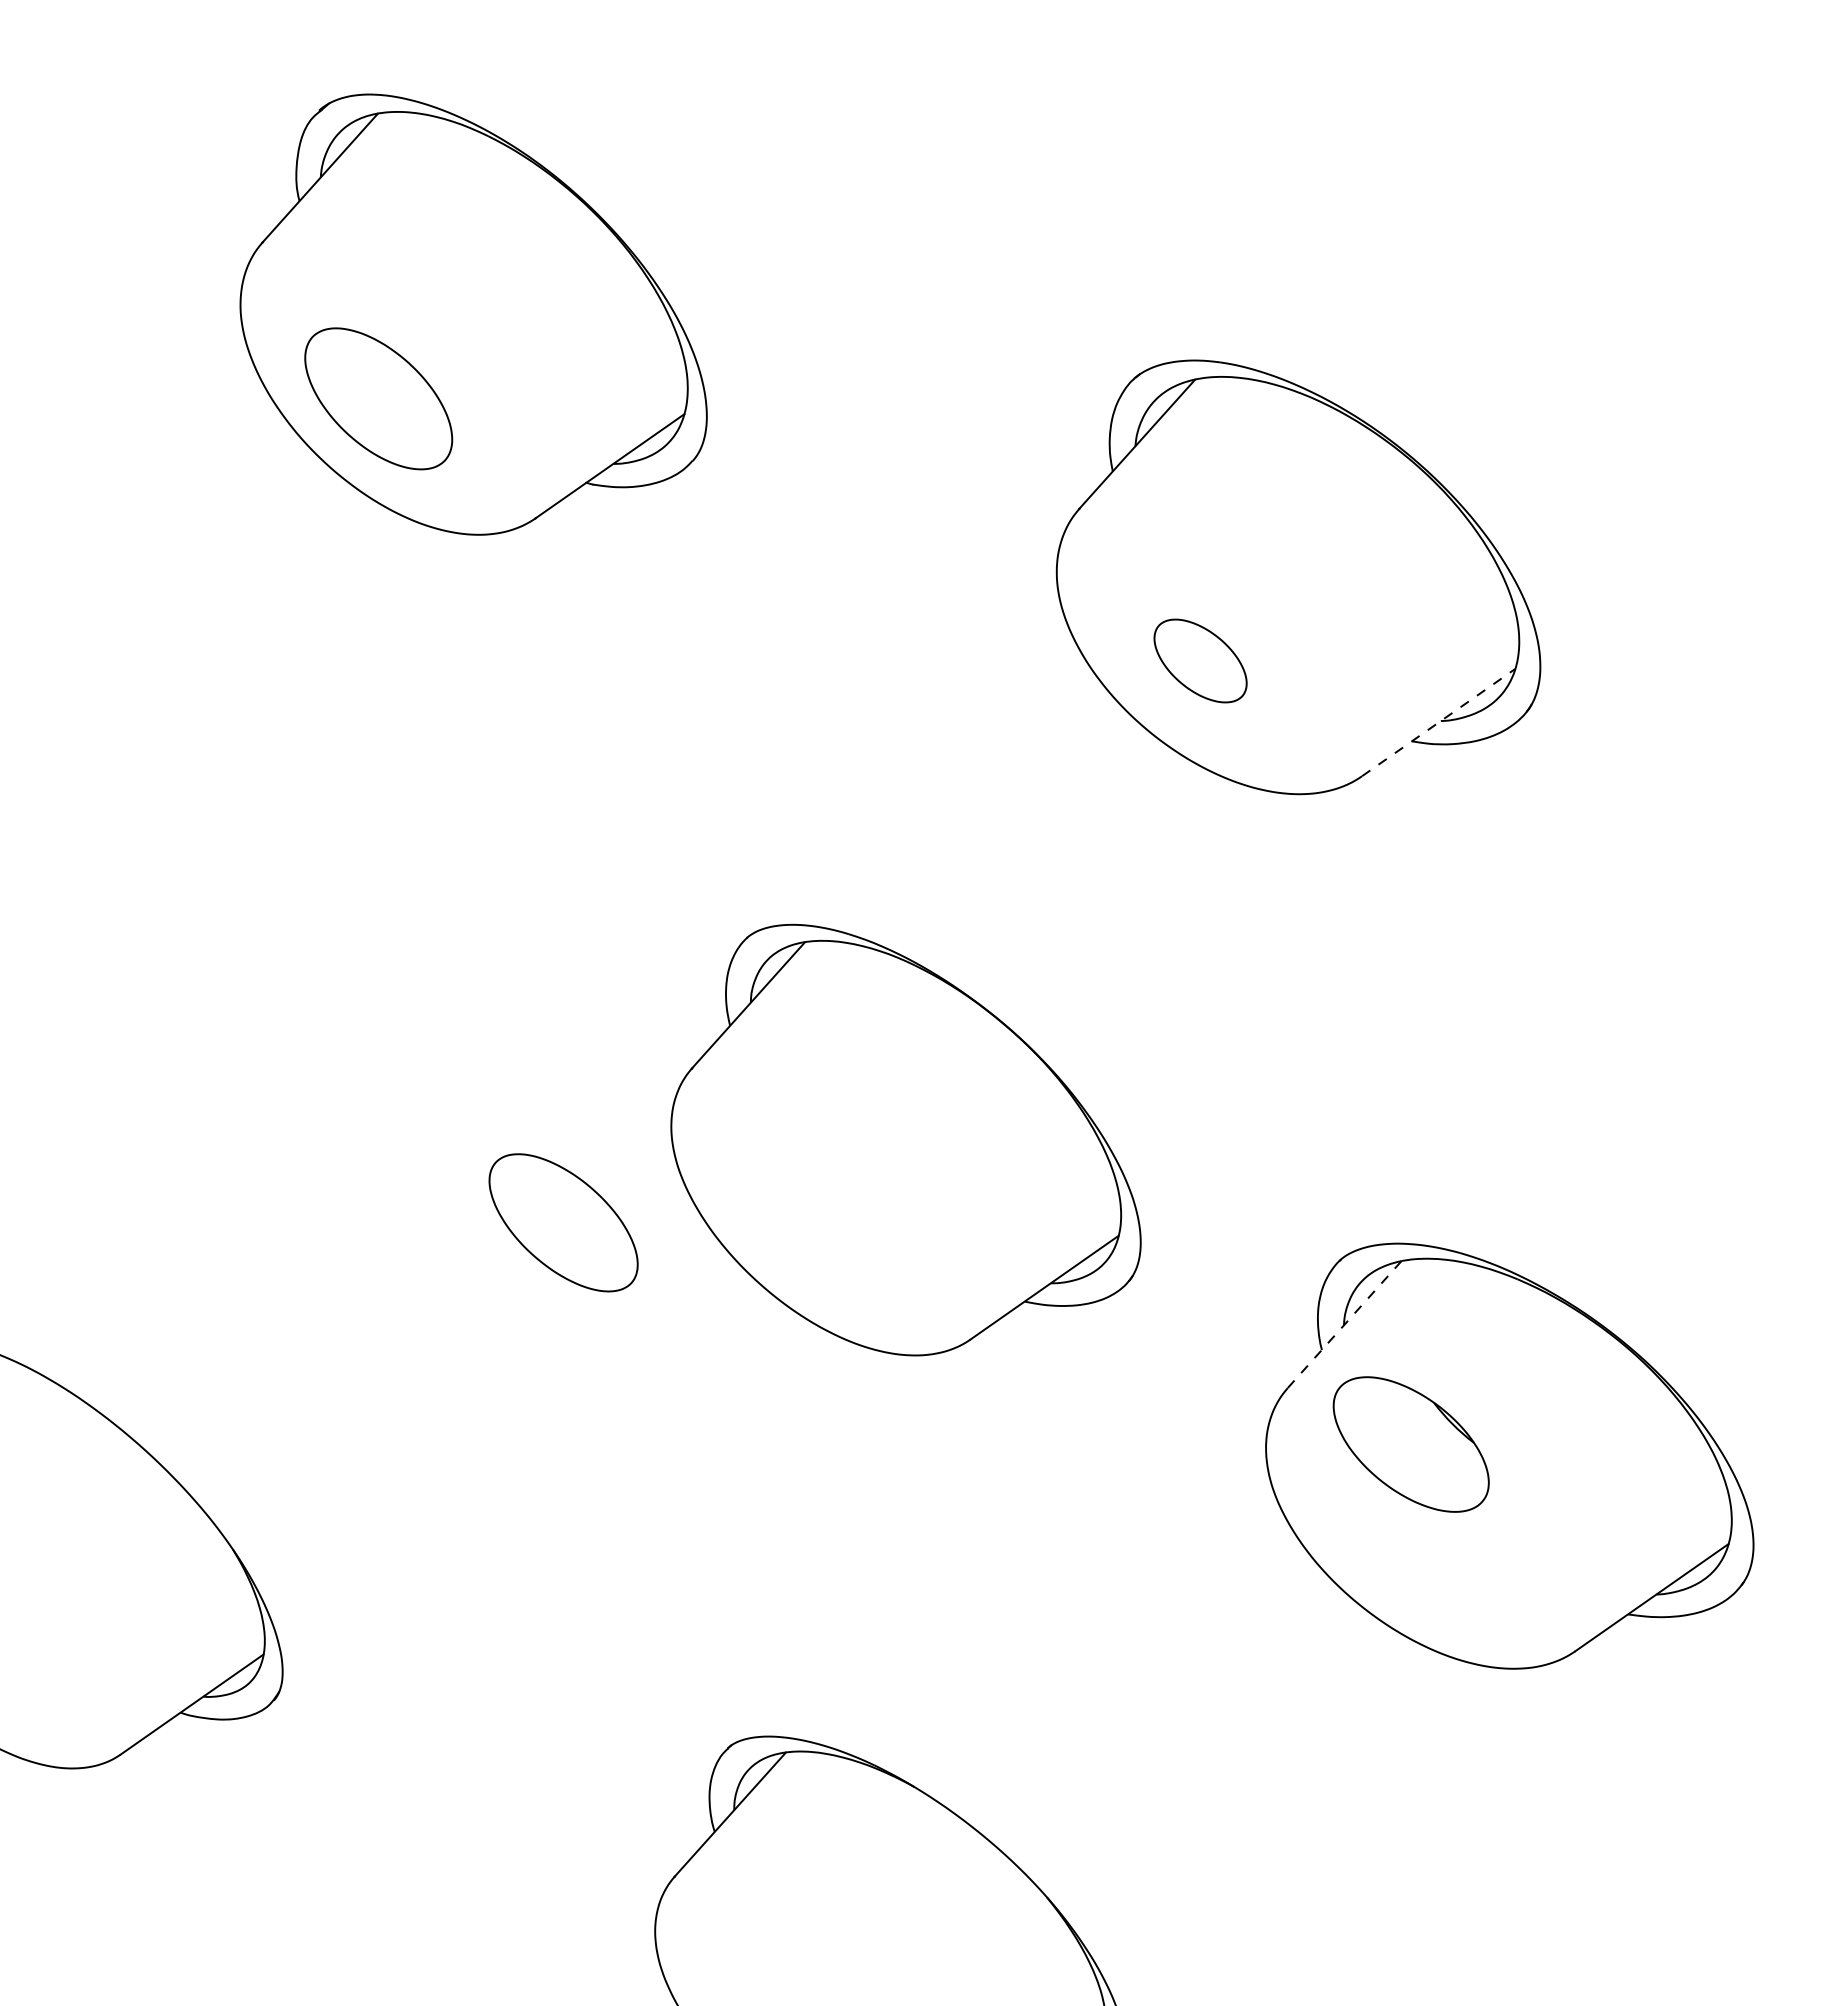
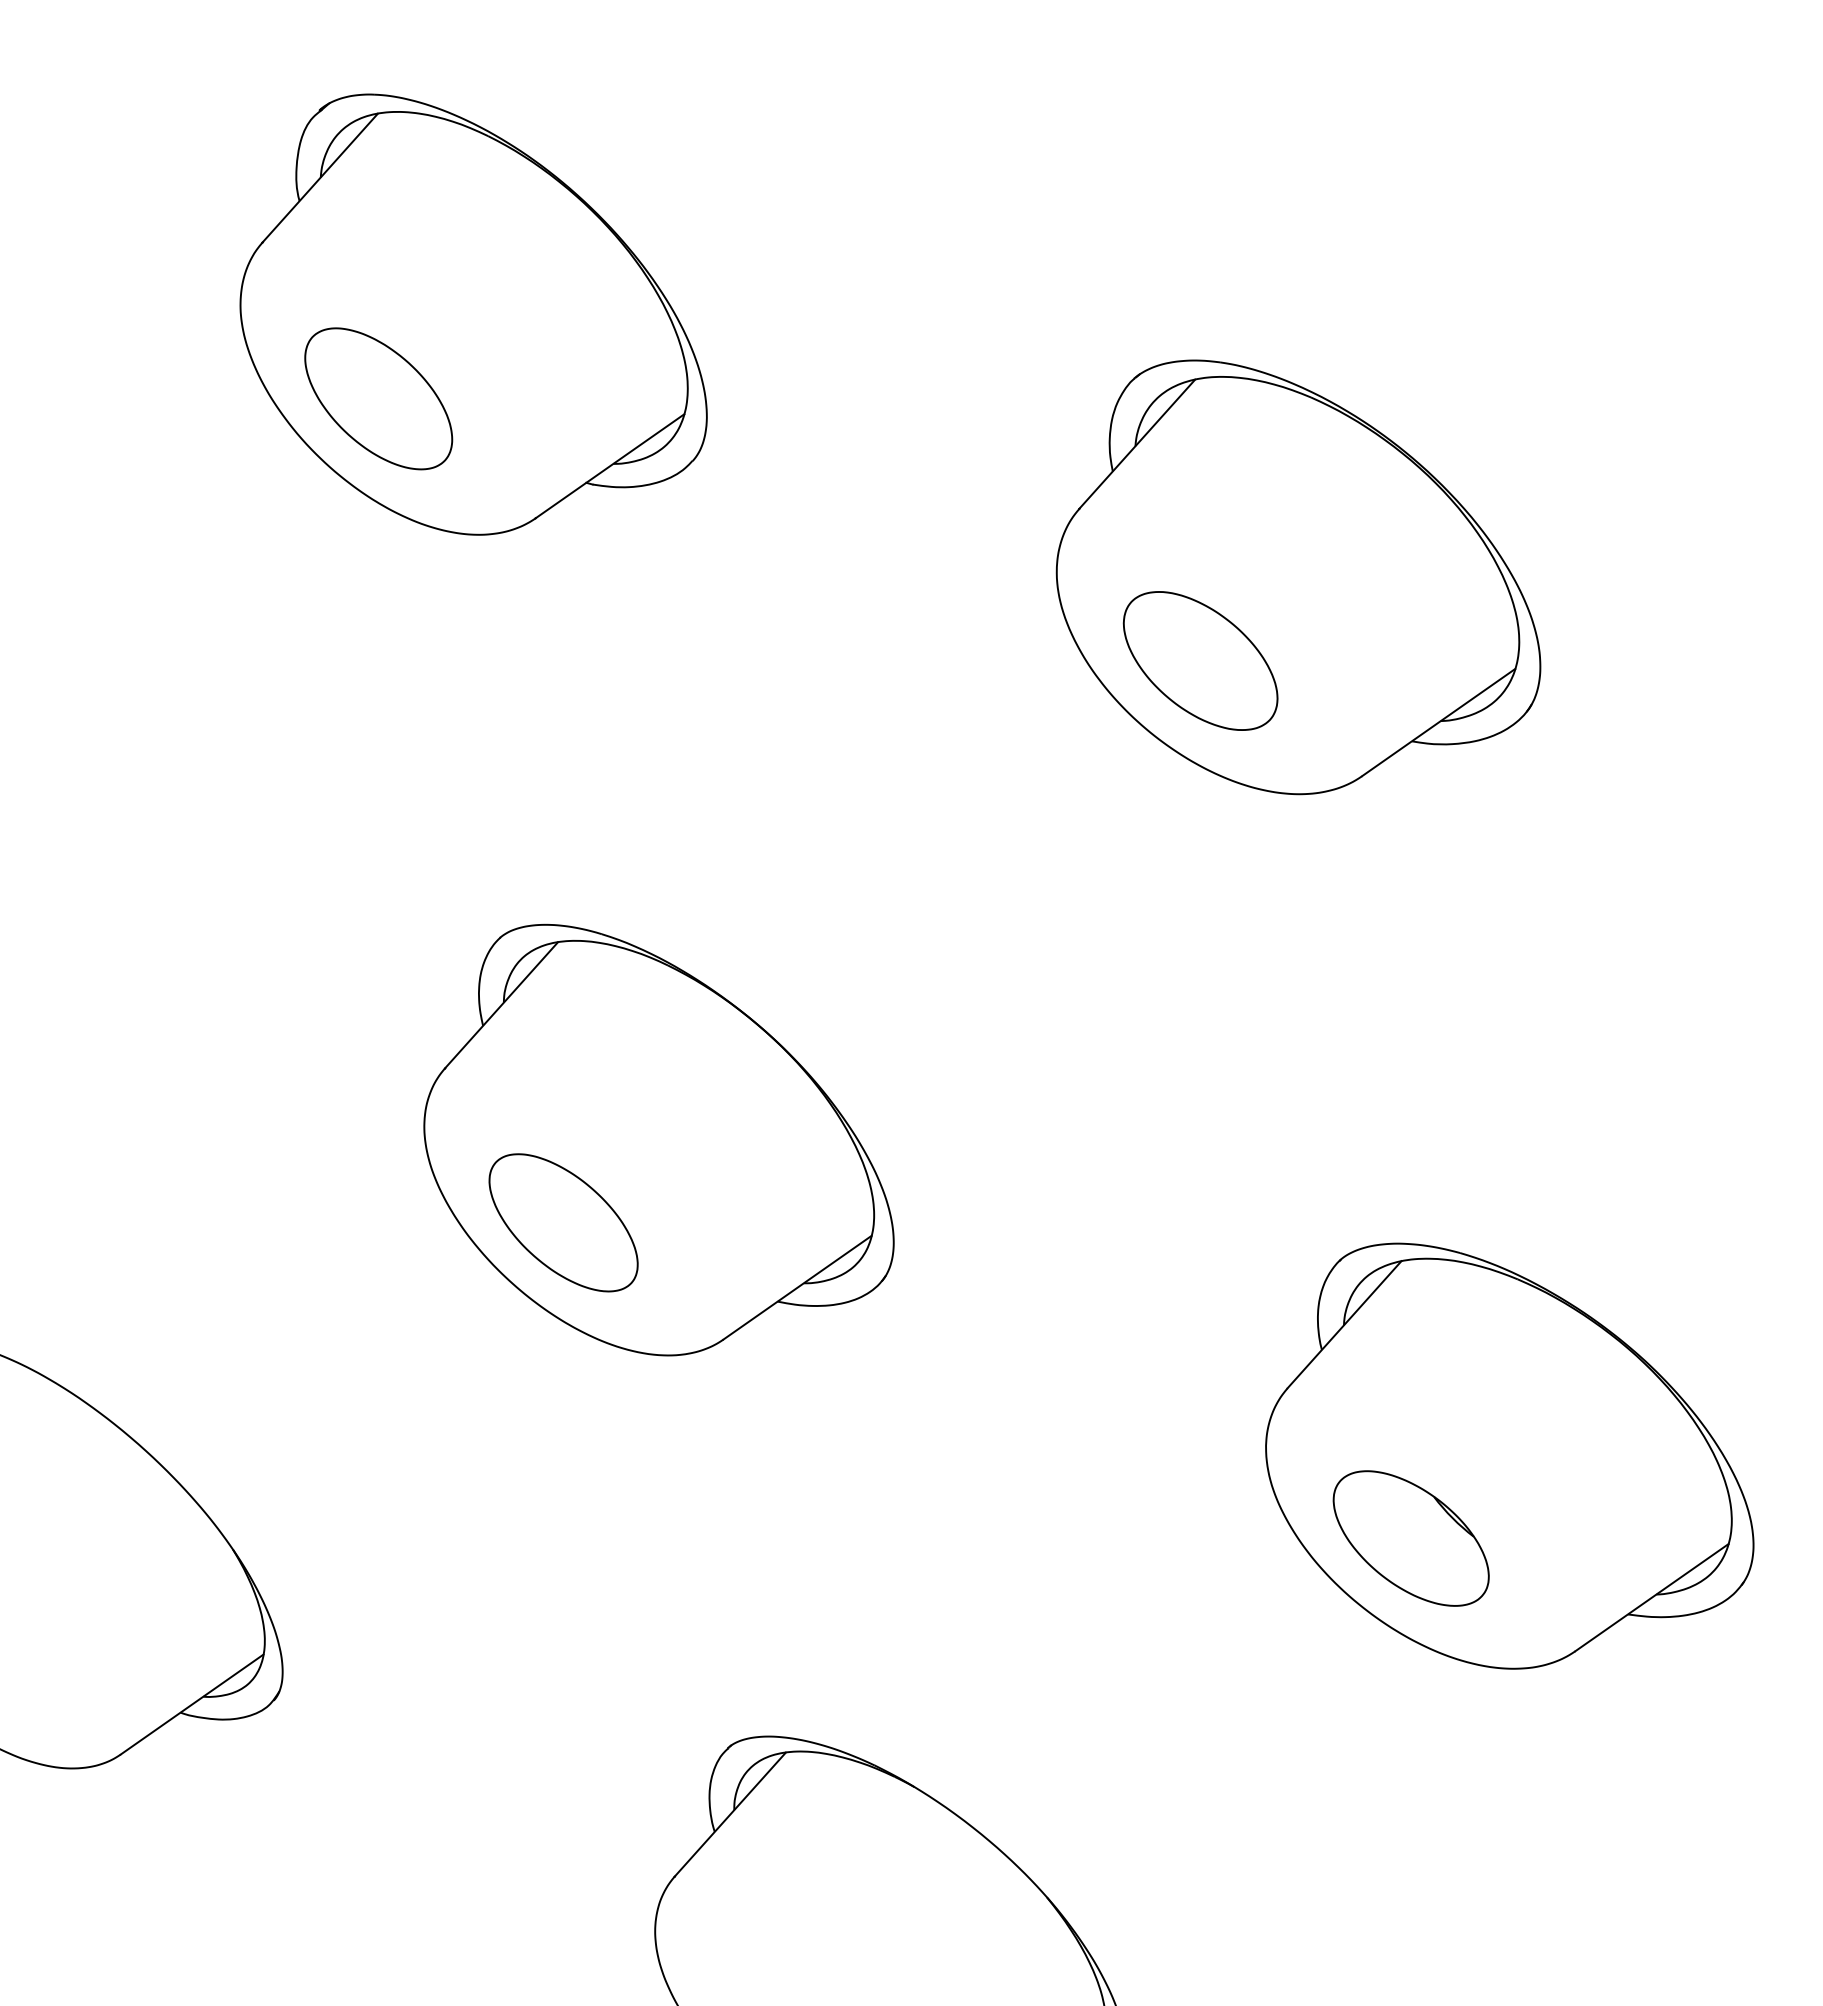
part at (1200, 660) size: 95x86 px -> 157x140 px
line at (1439, 722): dashed -> solid
part at (905, 1139) position: (905, 1139) -> (658, 1139)
line at (1344, 1325): dashed -> solid
part at (1410, 1444) position: (1410, 1444) -> (1410, 1538)
